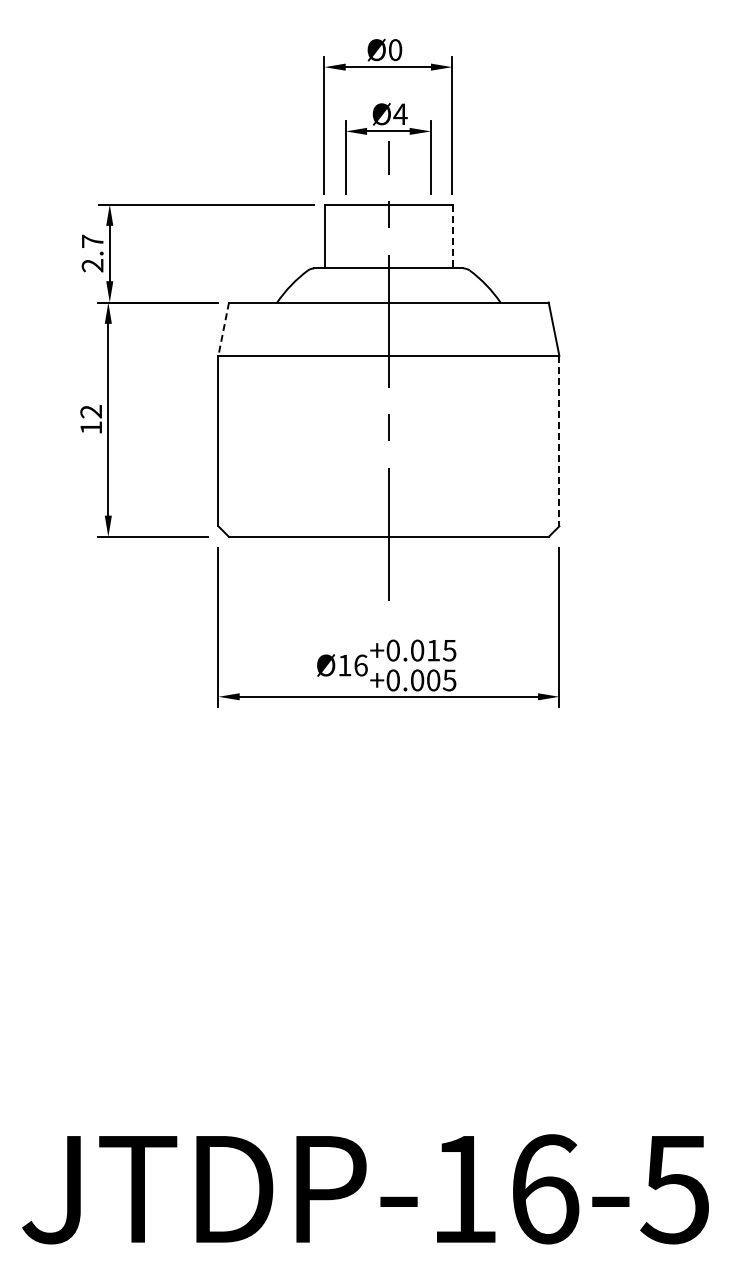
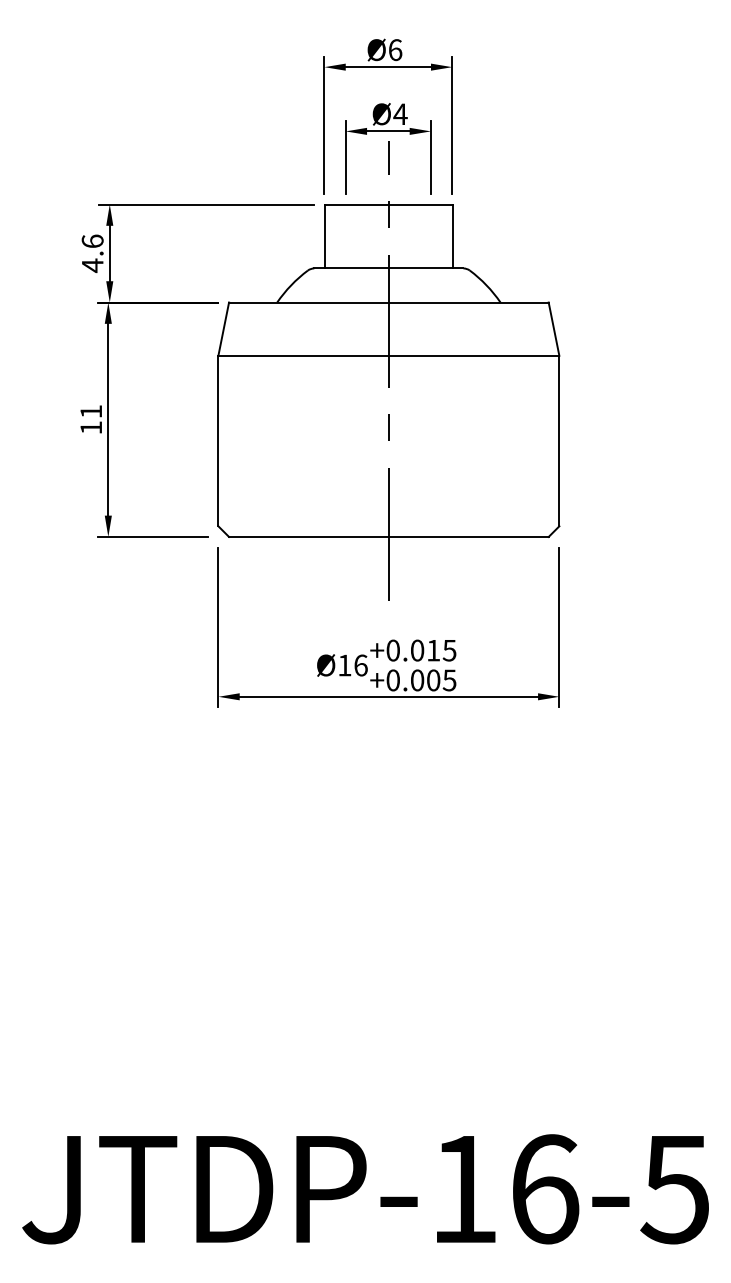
text at (395, 49): Ø0 -> Ø6
line at (452, 236): dashed -> solid
text at (92, 253): 2.7 -> 4.6
line at (223, 329): dashed -> solid
text at (90, 411): 12 -> 11
line at (559, 441): dashed -> solid
